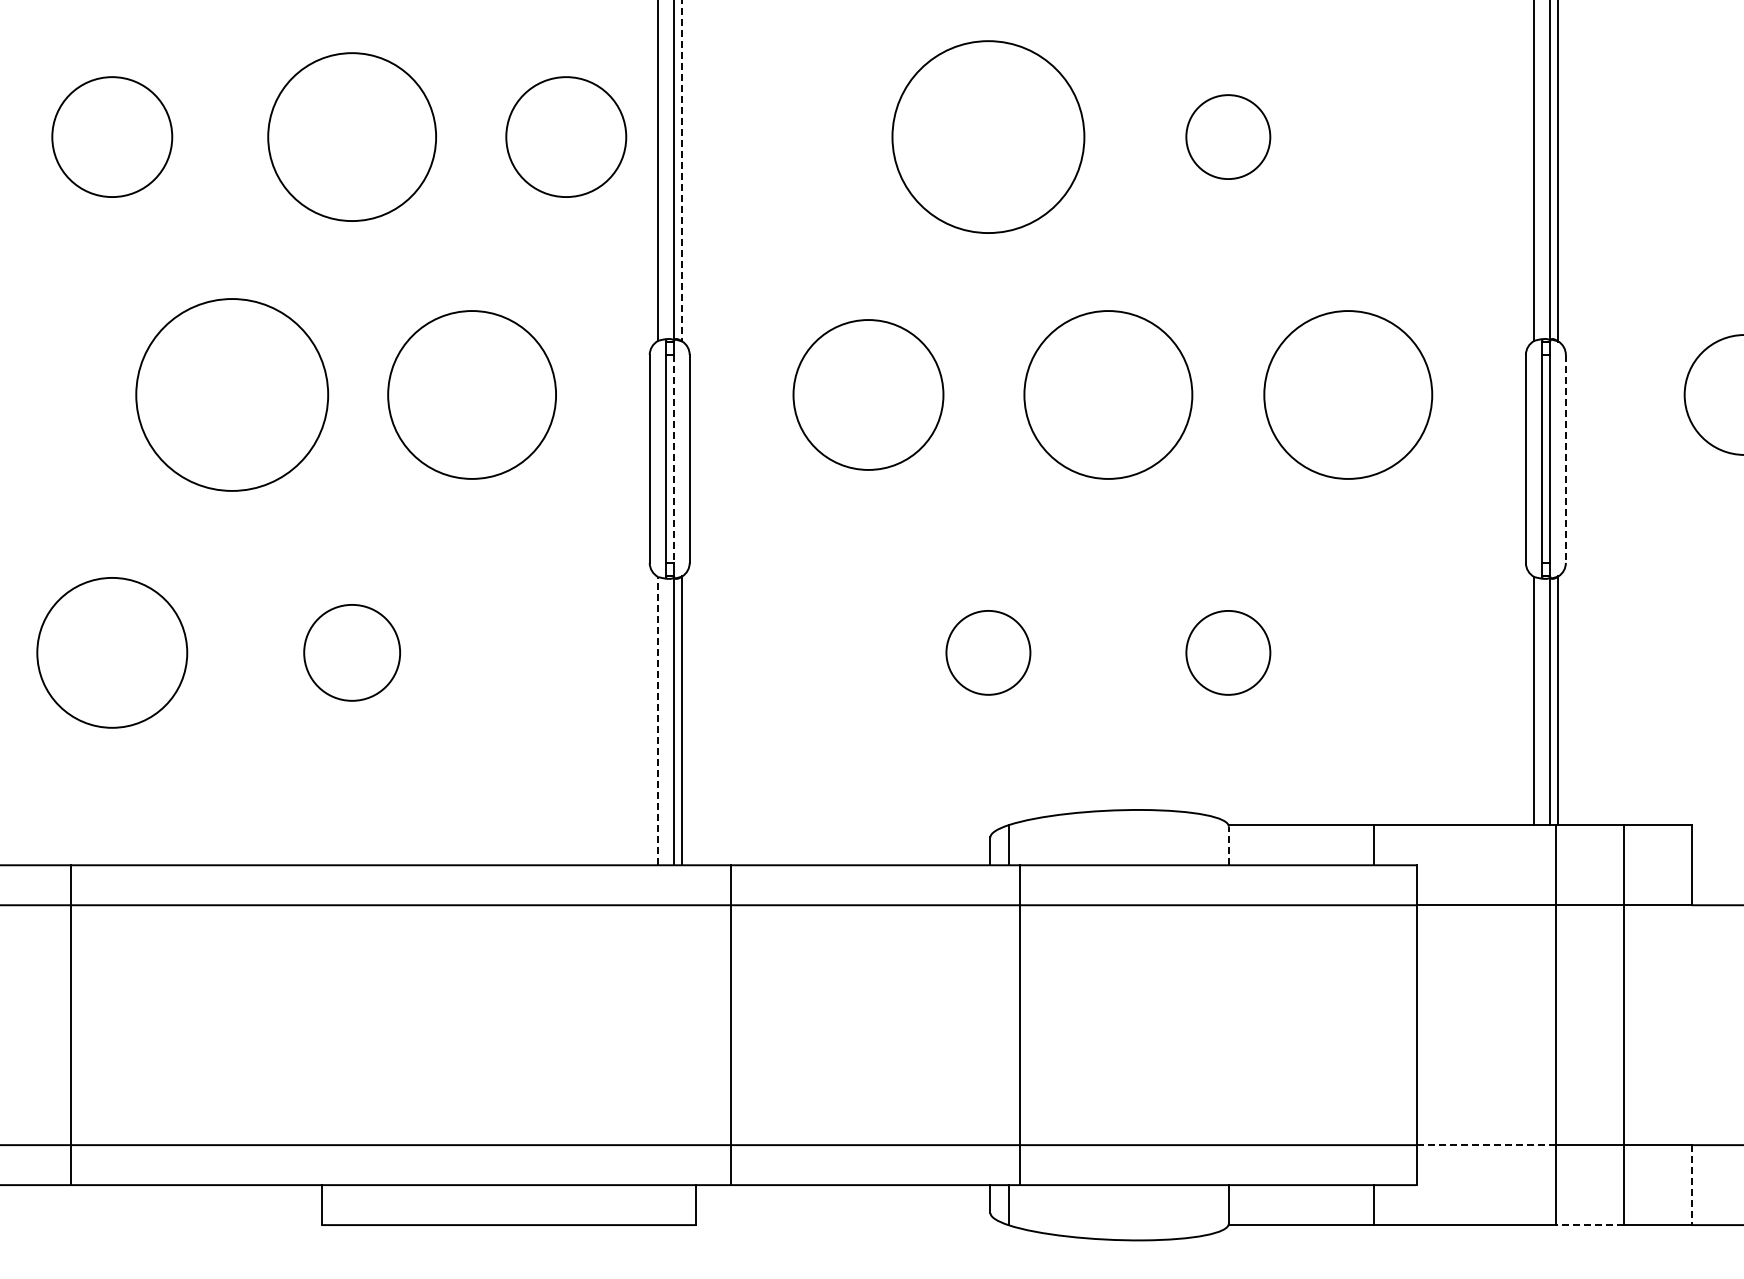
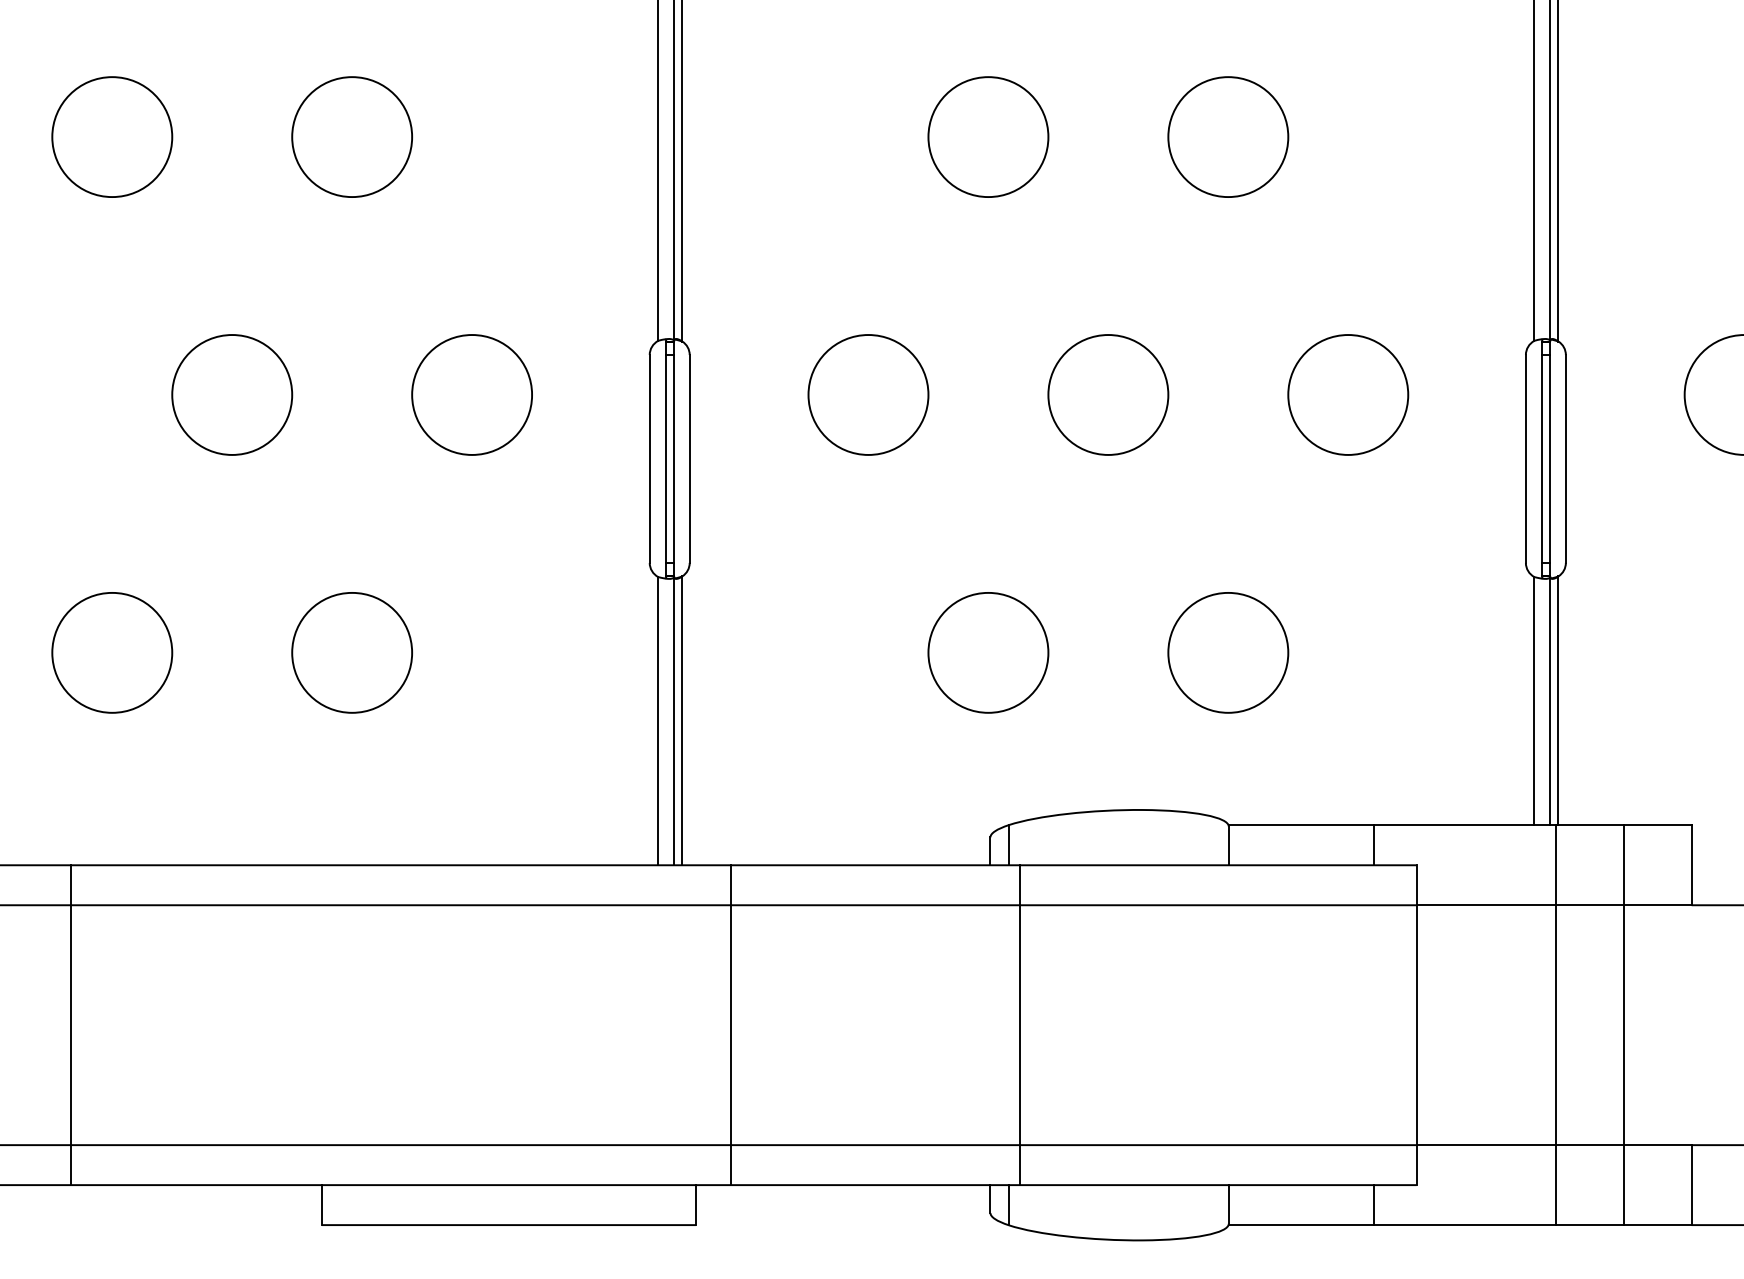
circle at (566, 136): present -> none
circle at (352, 137) diameter: 168 px -> 120 px
circle at (988, 137) diameter: 192 px -> 120 px
circle at (1228, 137) diameter: 84 px -> 120 px
line at (682, 171): dashed -> solid
circle at (232, 394) diameter: 192 px -> 120 px
circle at (472, 394) diameter: 168 px -> 120 px
circle at (868, 394) diameter: 150 px -> 120 px
circle at (1108, 394) diameter: 168 px -> 120 px
circle at (1348, 394) diameter: 168 px -> 120 px
line at (674, 458): dashed -> solid
line at (1565, 458): dashed -> solid
circle at (112, 652) diameter: 150 px -> 120 px
circle at (352, 652) diameter: 96 px -> 120 px
circle at (988, 652) diameter: 84 px -> 120 px
circle at (1228, 652) size: 87x86 px -> 123x122 px
line at (658, 720): dashed -> solid
line at (1228, 845): dashed -> solid
line at (1486, 1145): dashed -> solid
line at (1691, 1185): dashed -> solid
line at (1590, 1225): dashed -> solid
